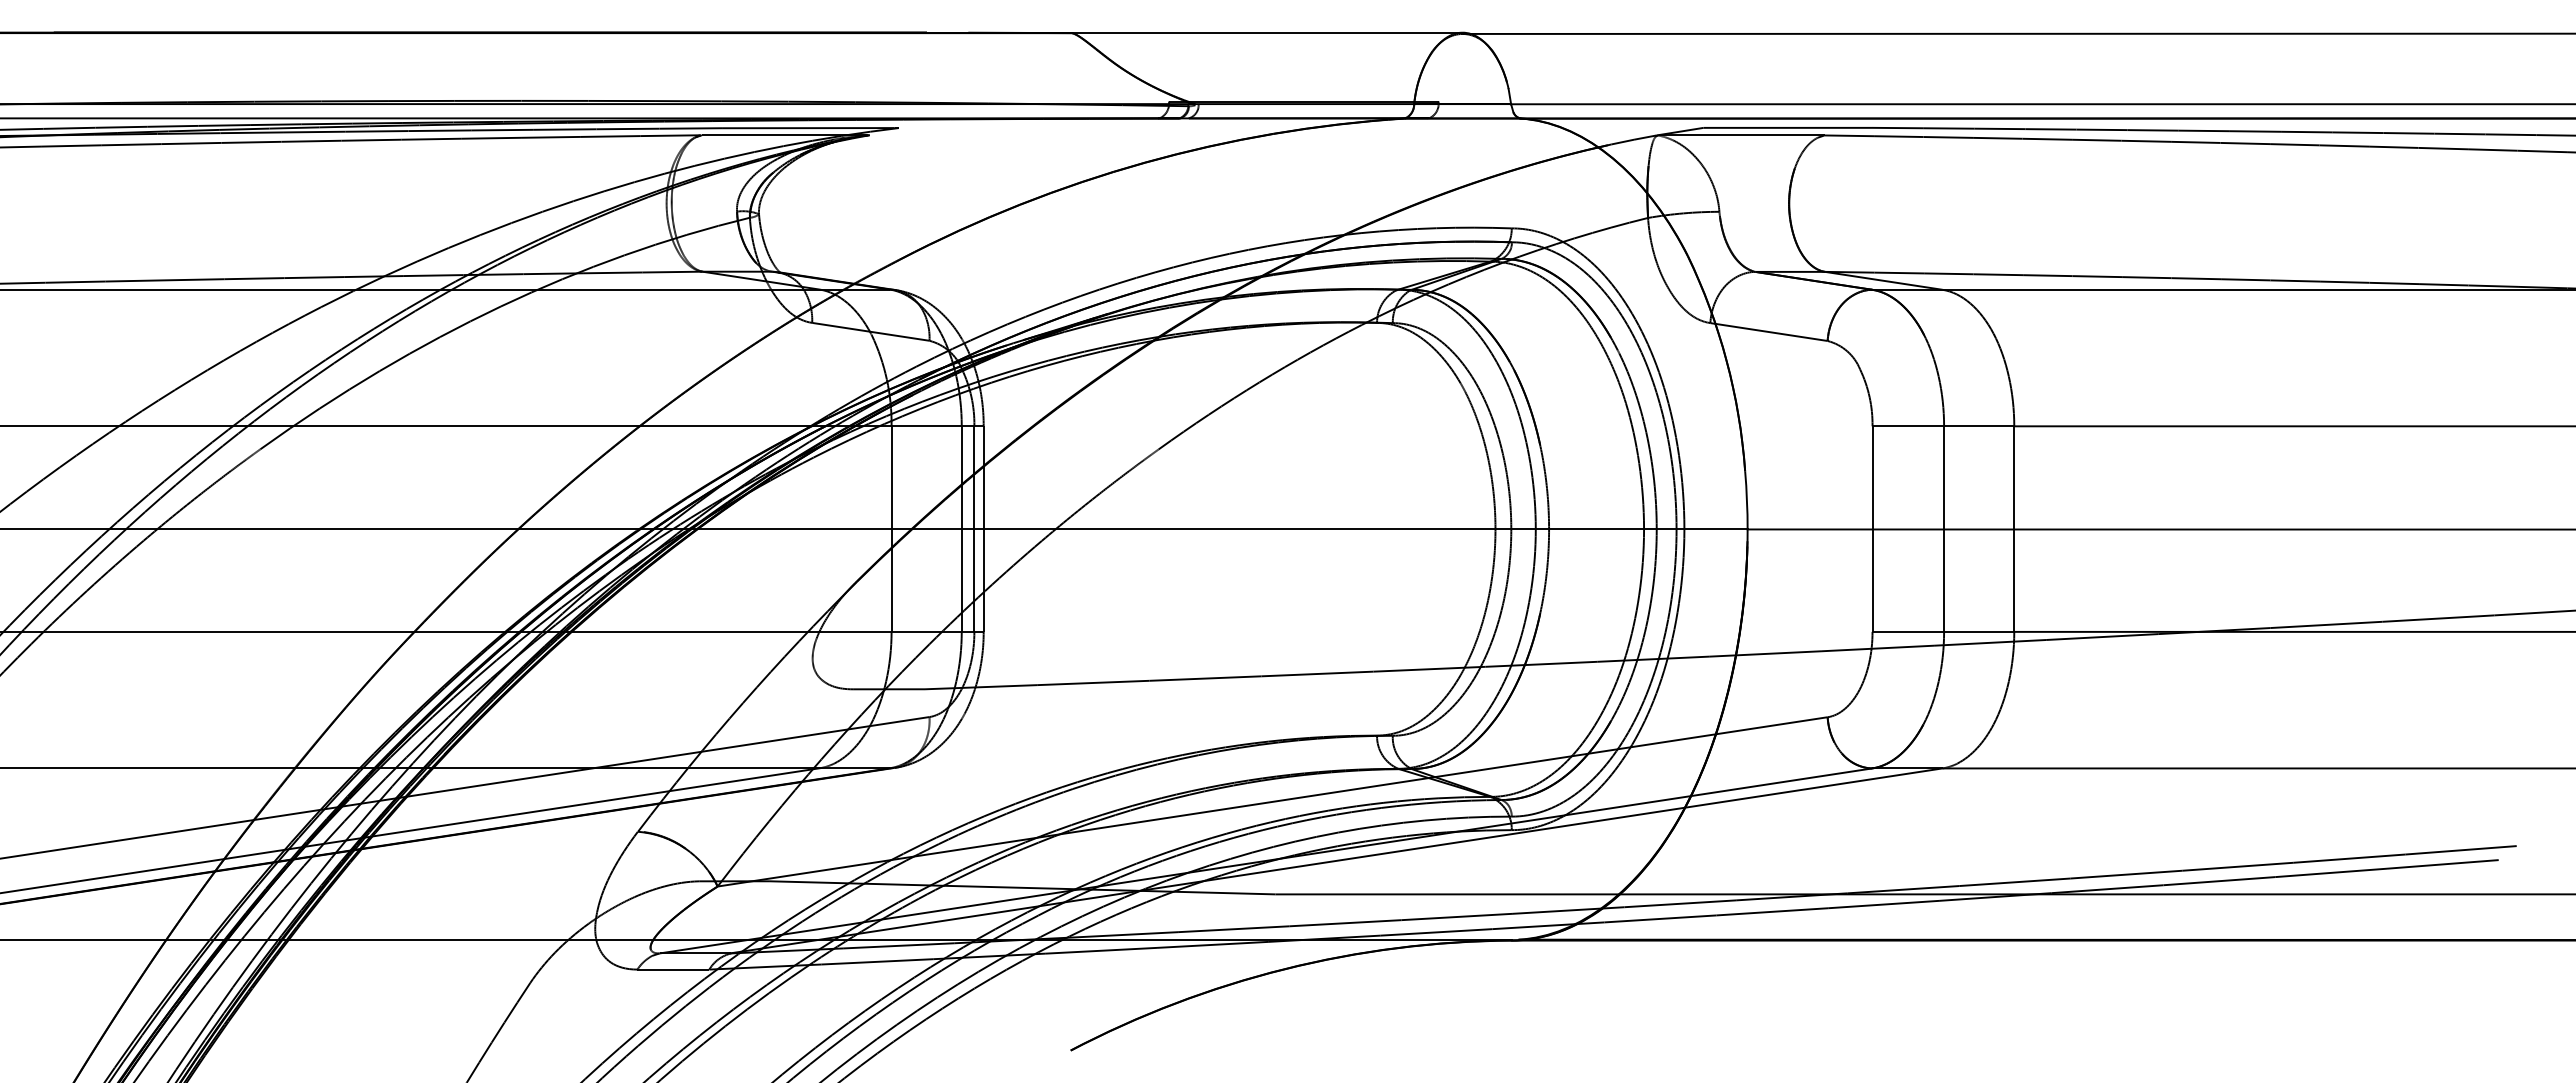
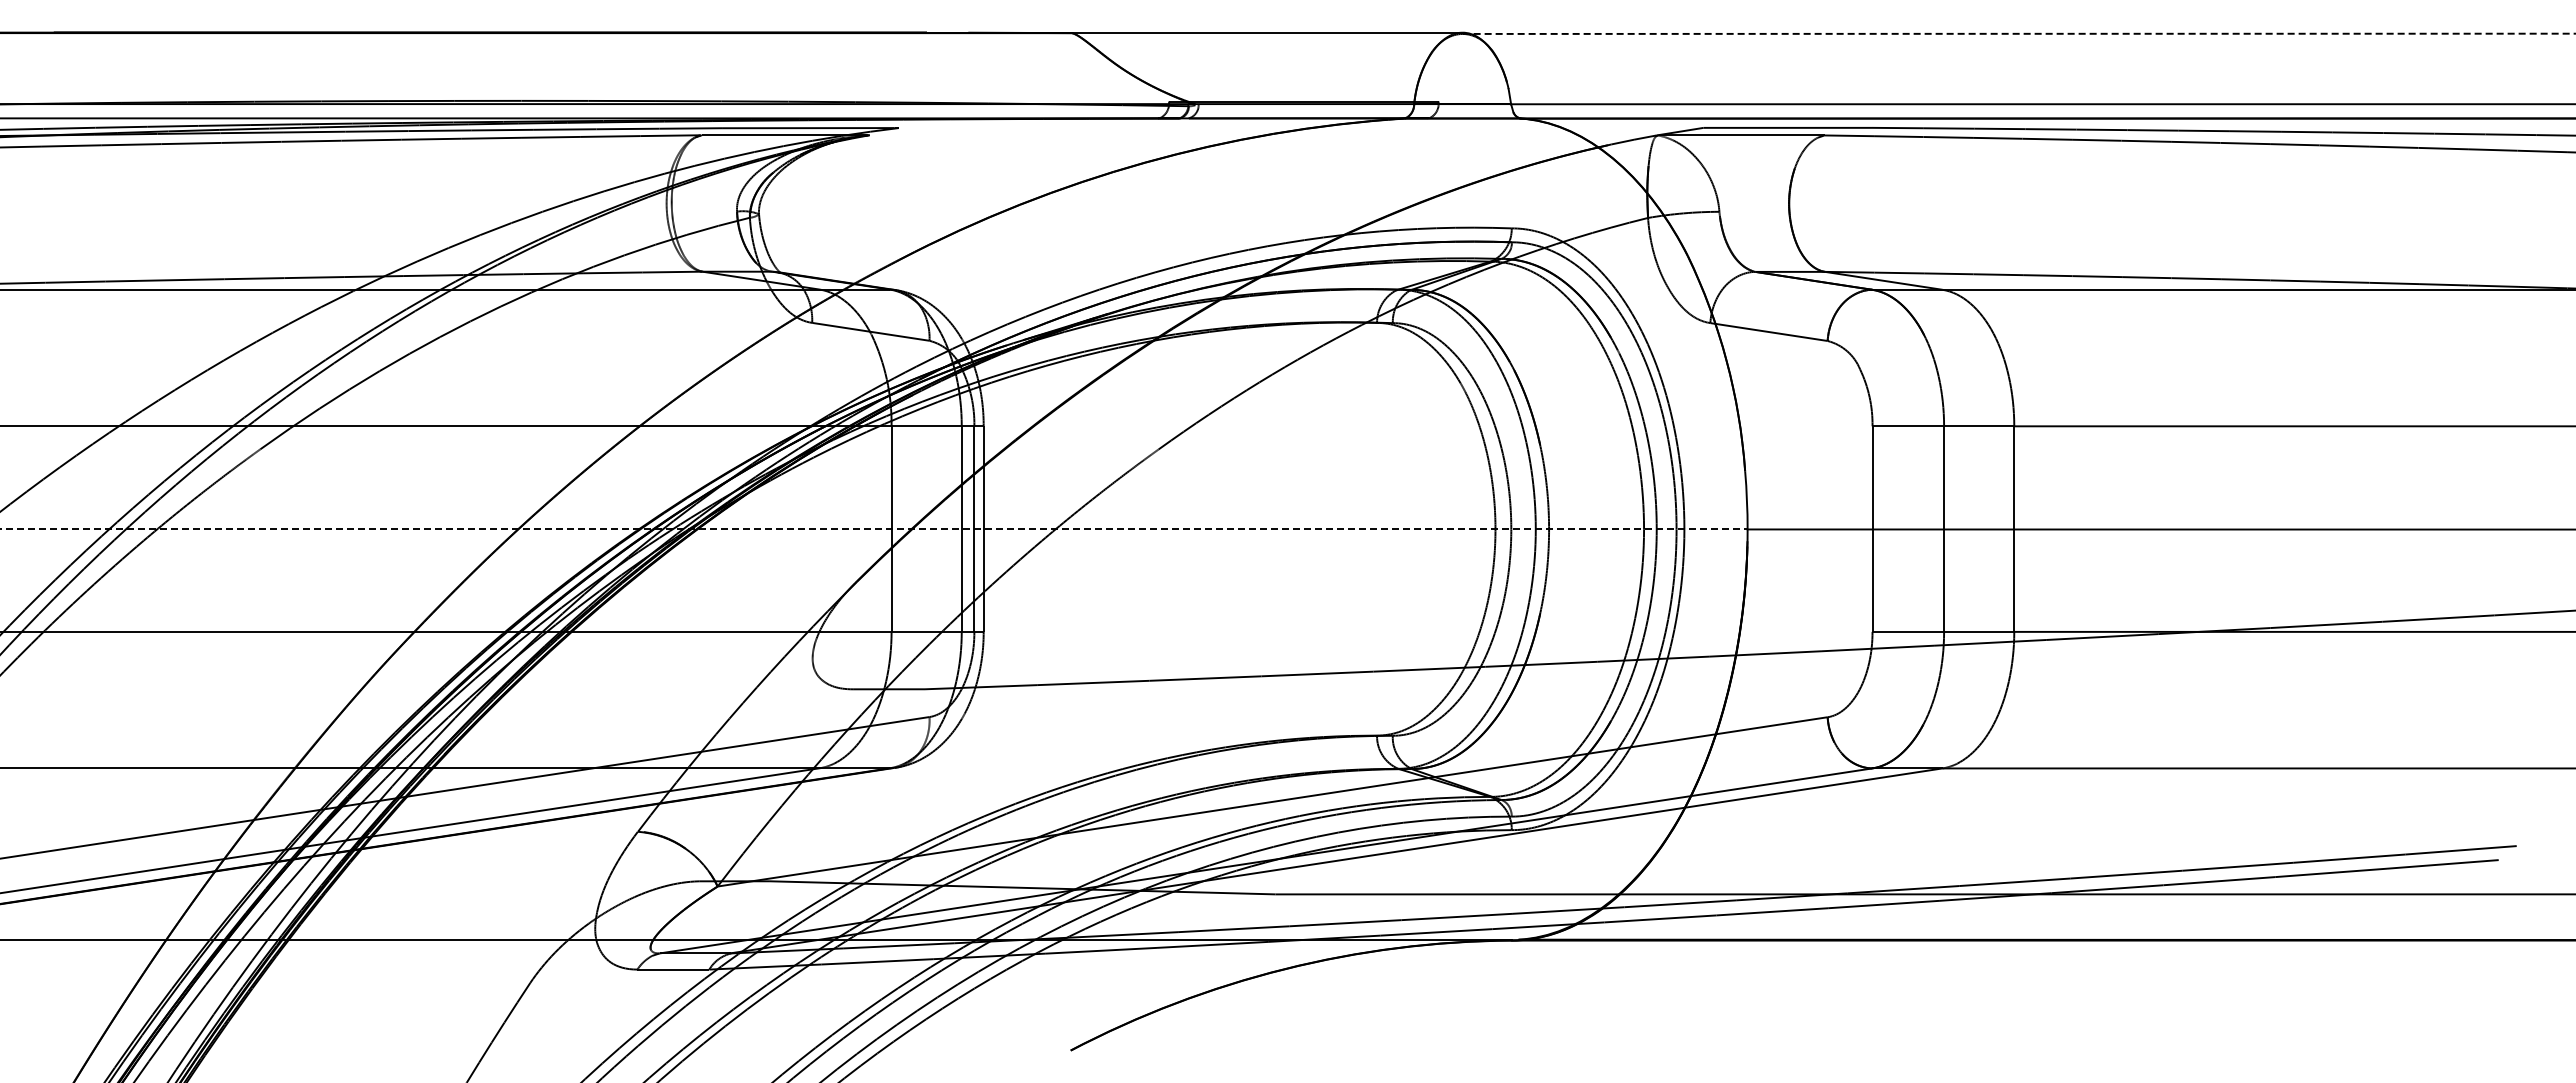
line at (2019, 33): solid -> dashed
line at (874, 529): solid -> dashed
